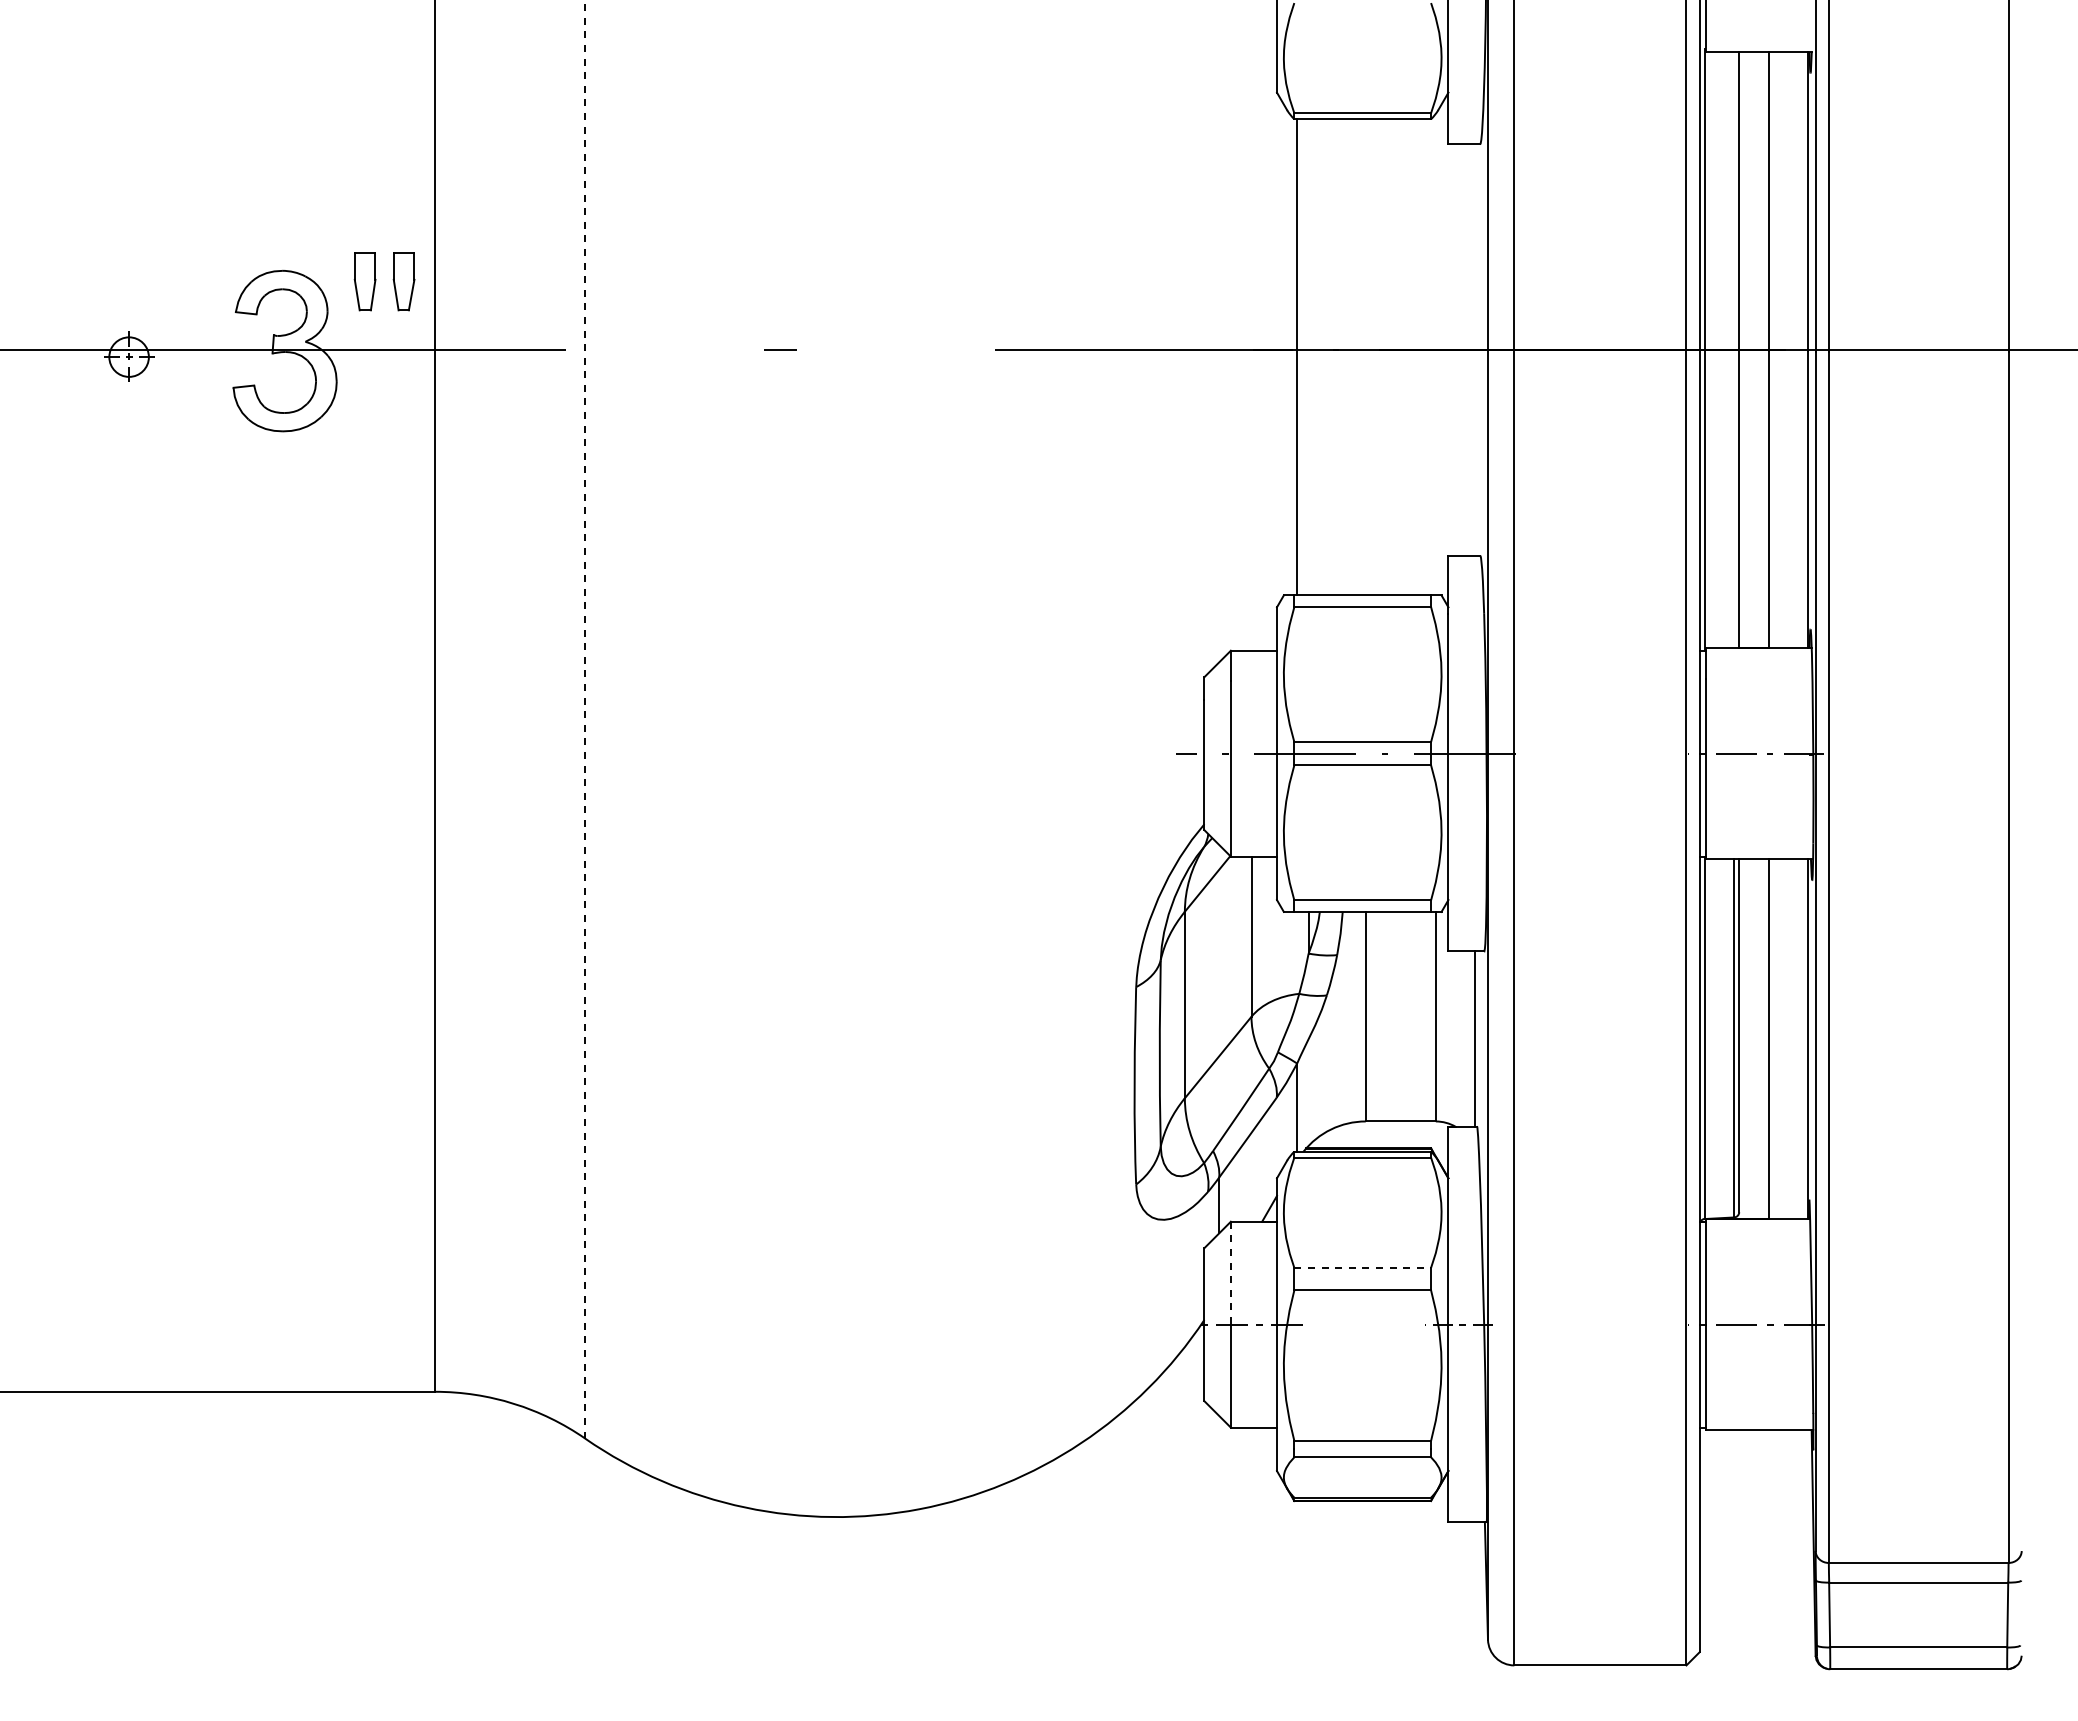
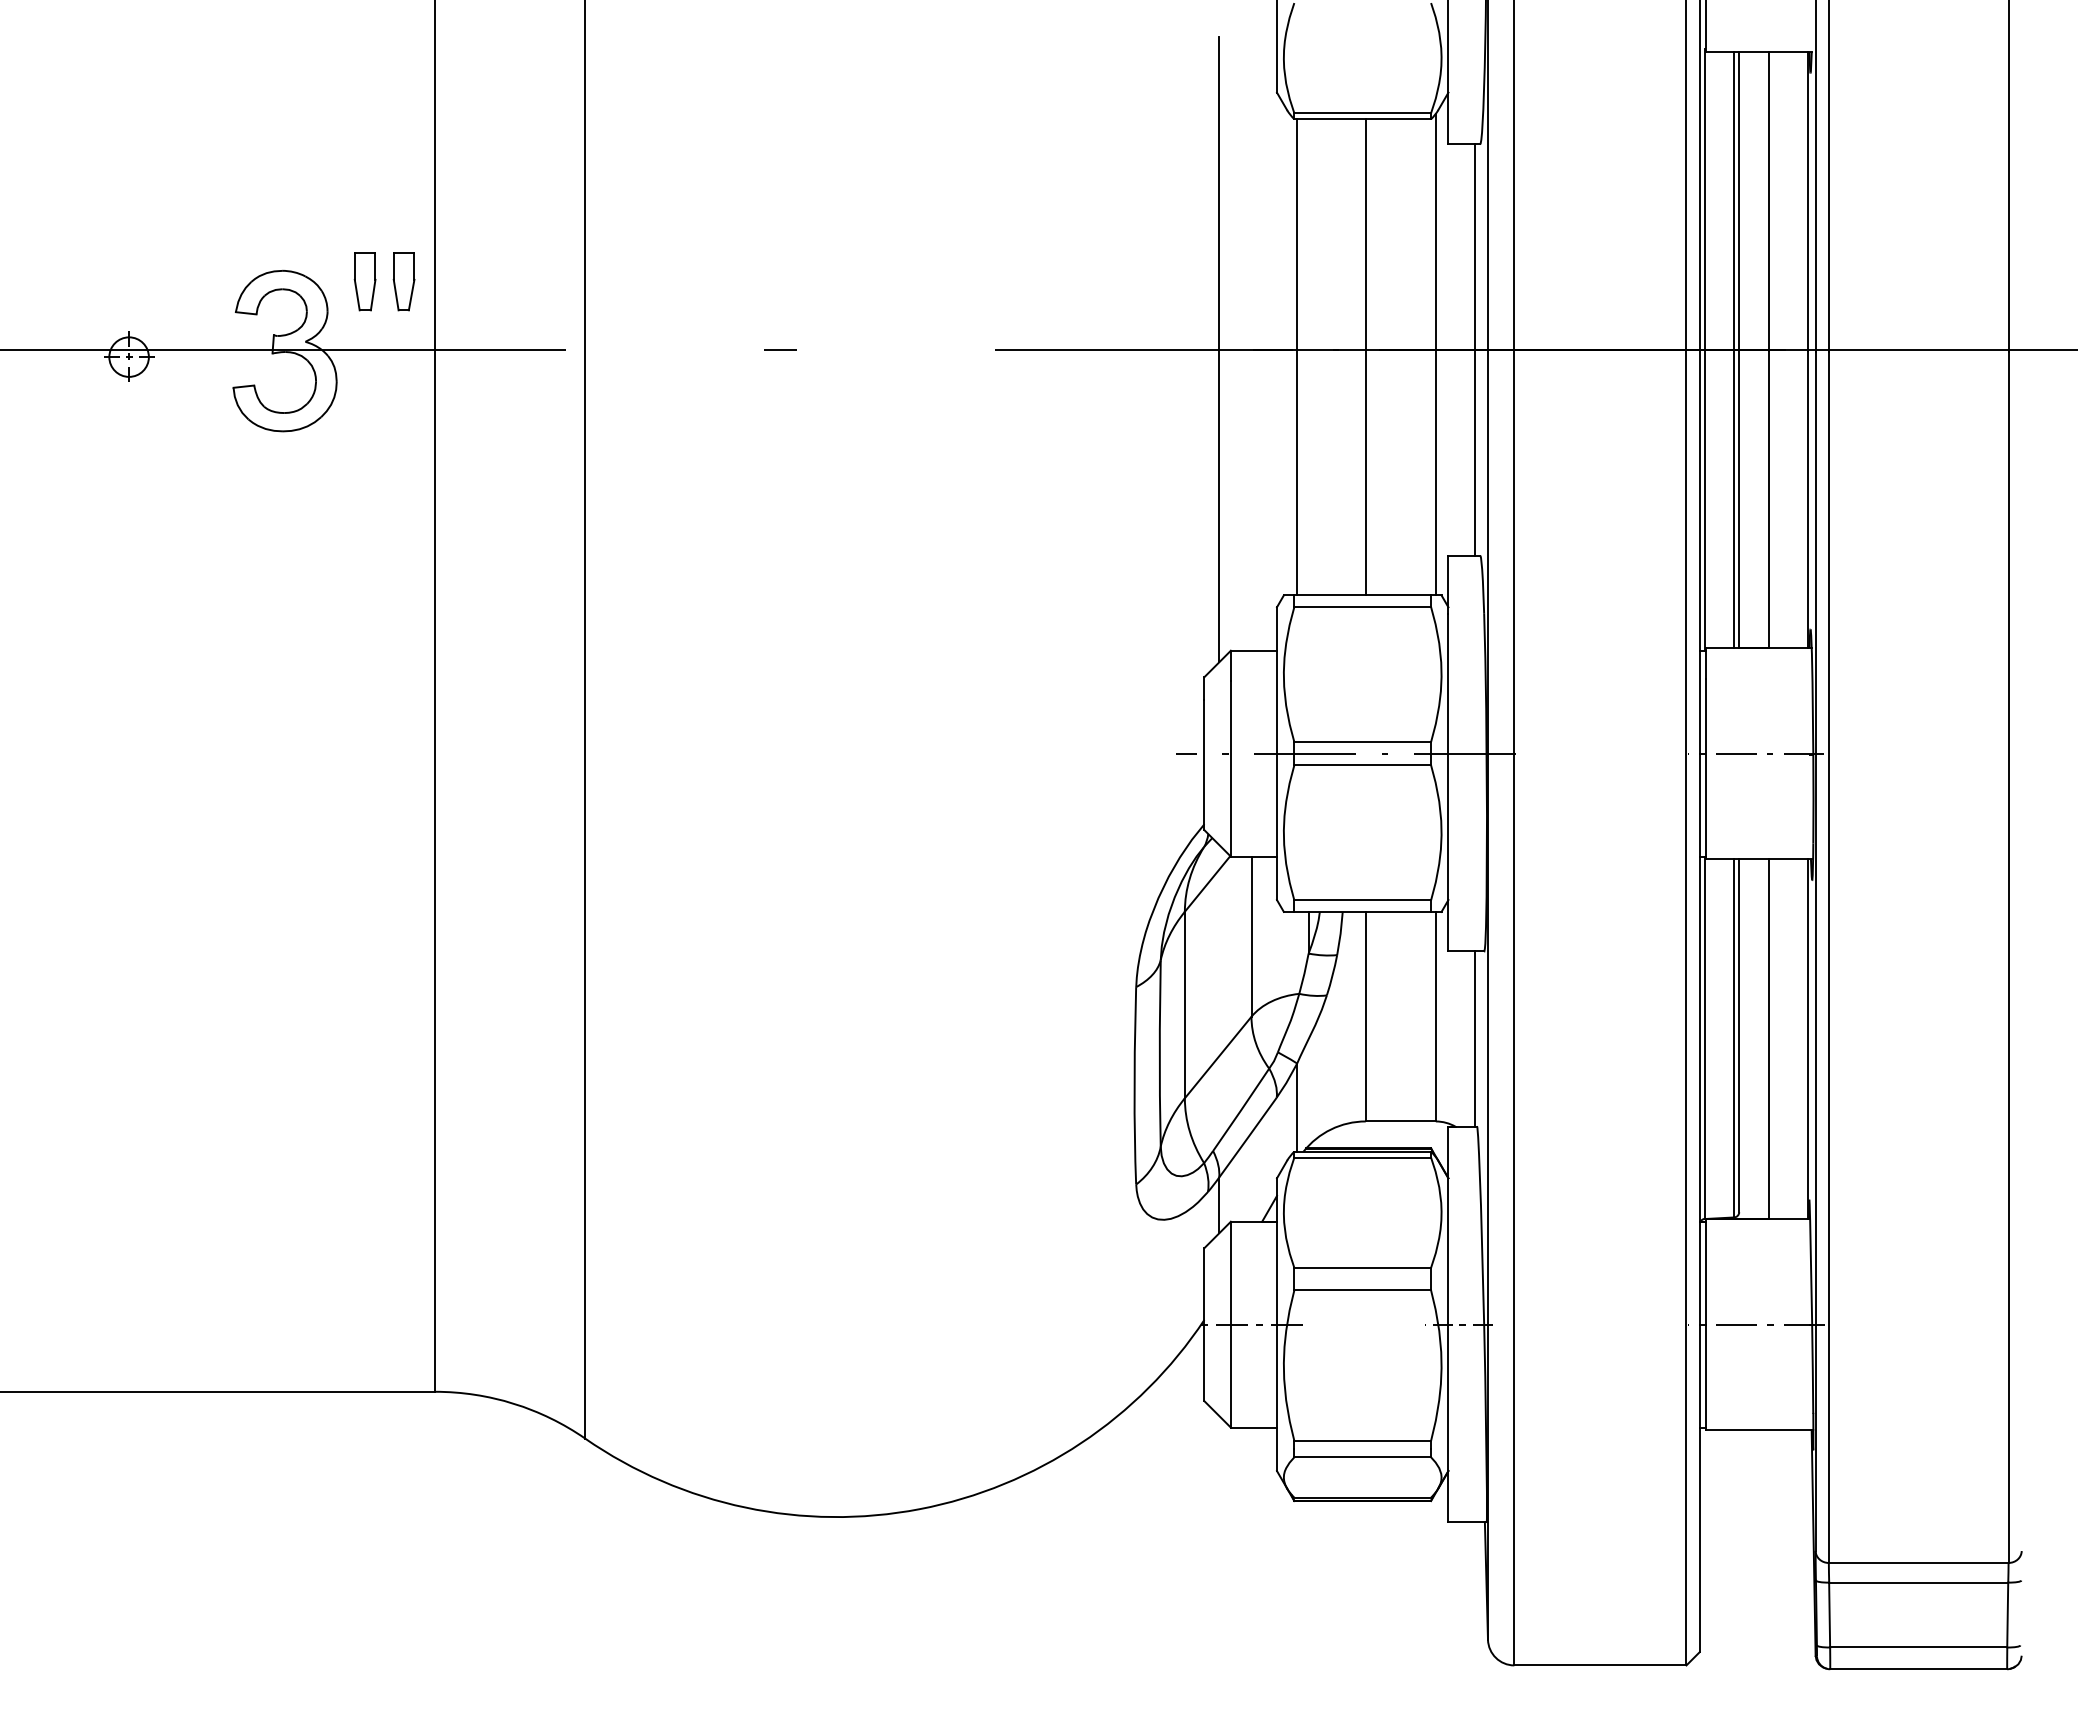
line at (1219, 349): none -> present
line at (1475, 349): none -> present
line at (1734, 349): none -> present
line at (1435, 354): none -> present
line at (1365, 357): none -> present
line at (585, 718): dashed -> solid
line at (1363, 1267): dashed -> solid
line at (1230, 1273): dashed -> solid
